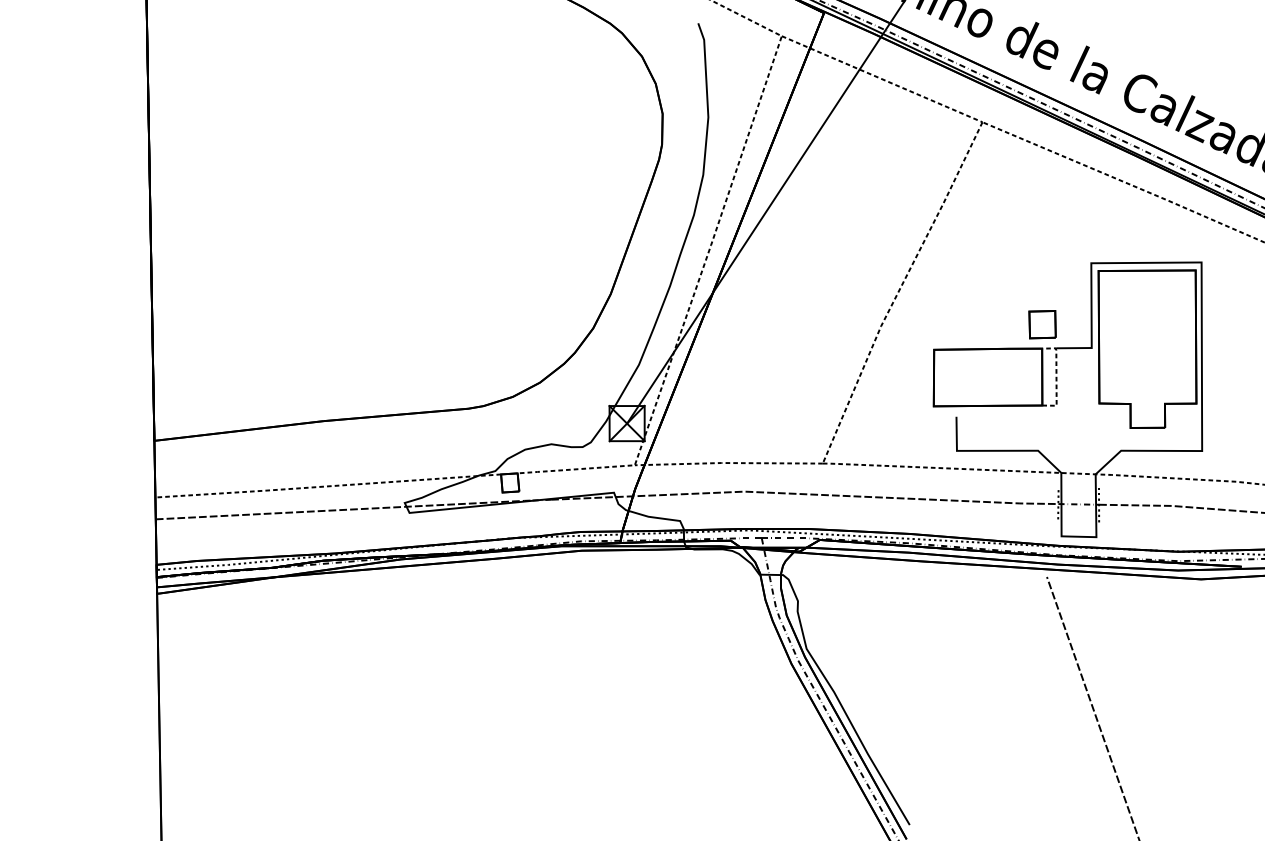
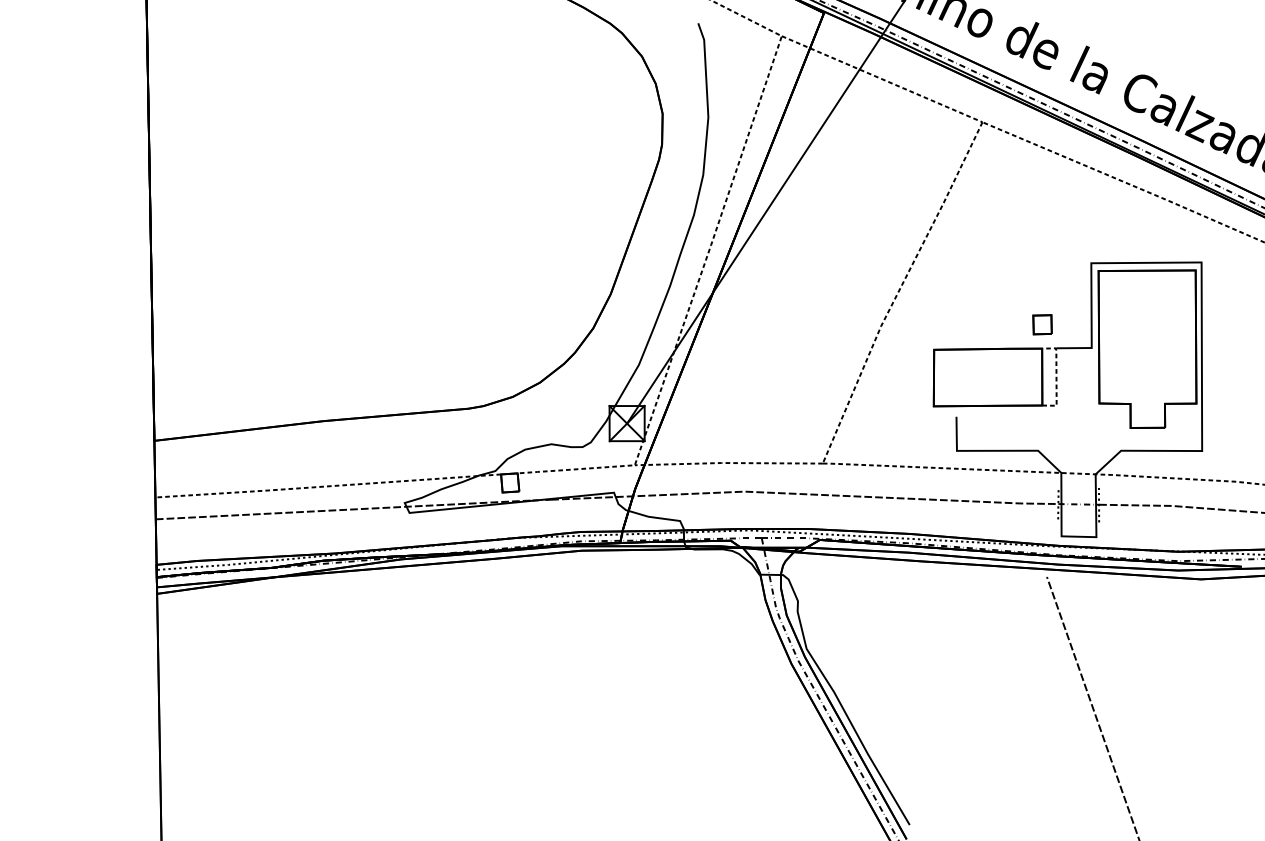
part at (1042, 324) size: 29x30 px -> 21x22 px
